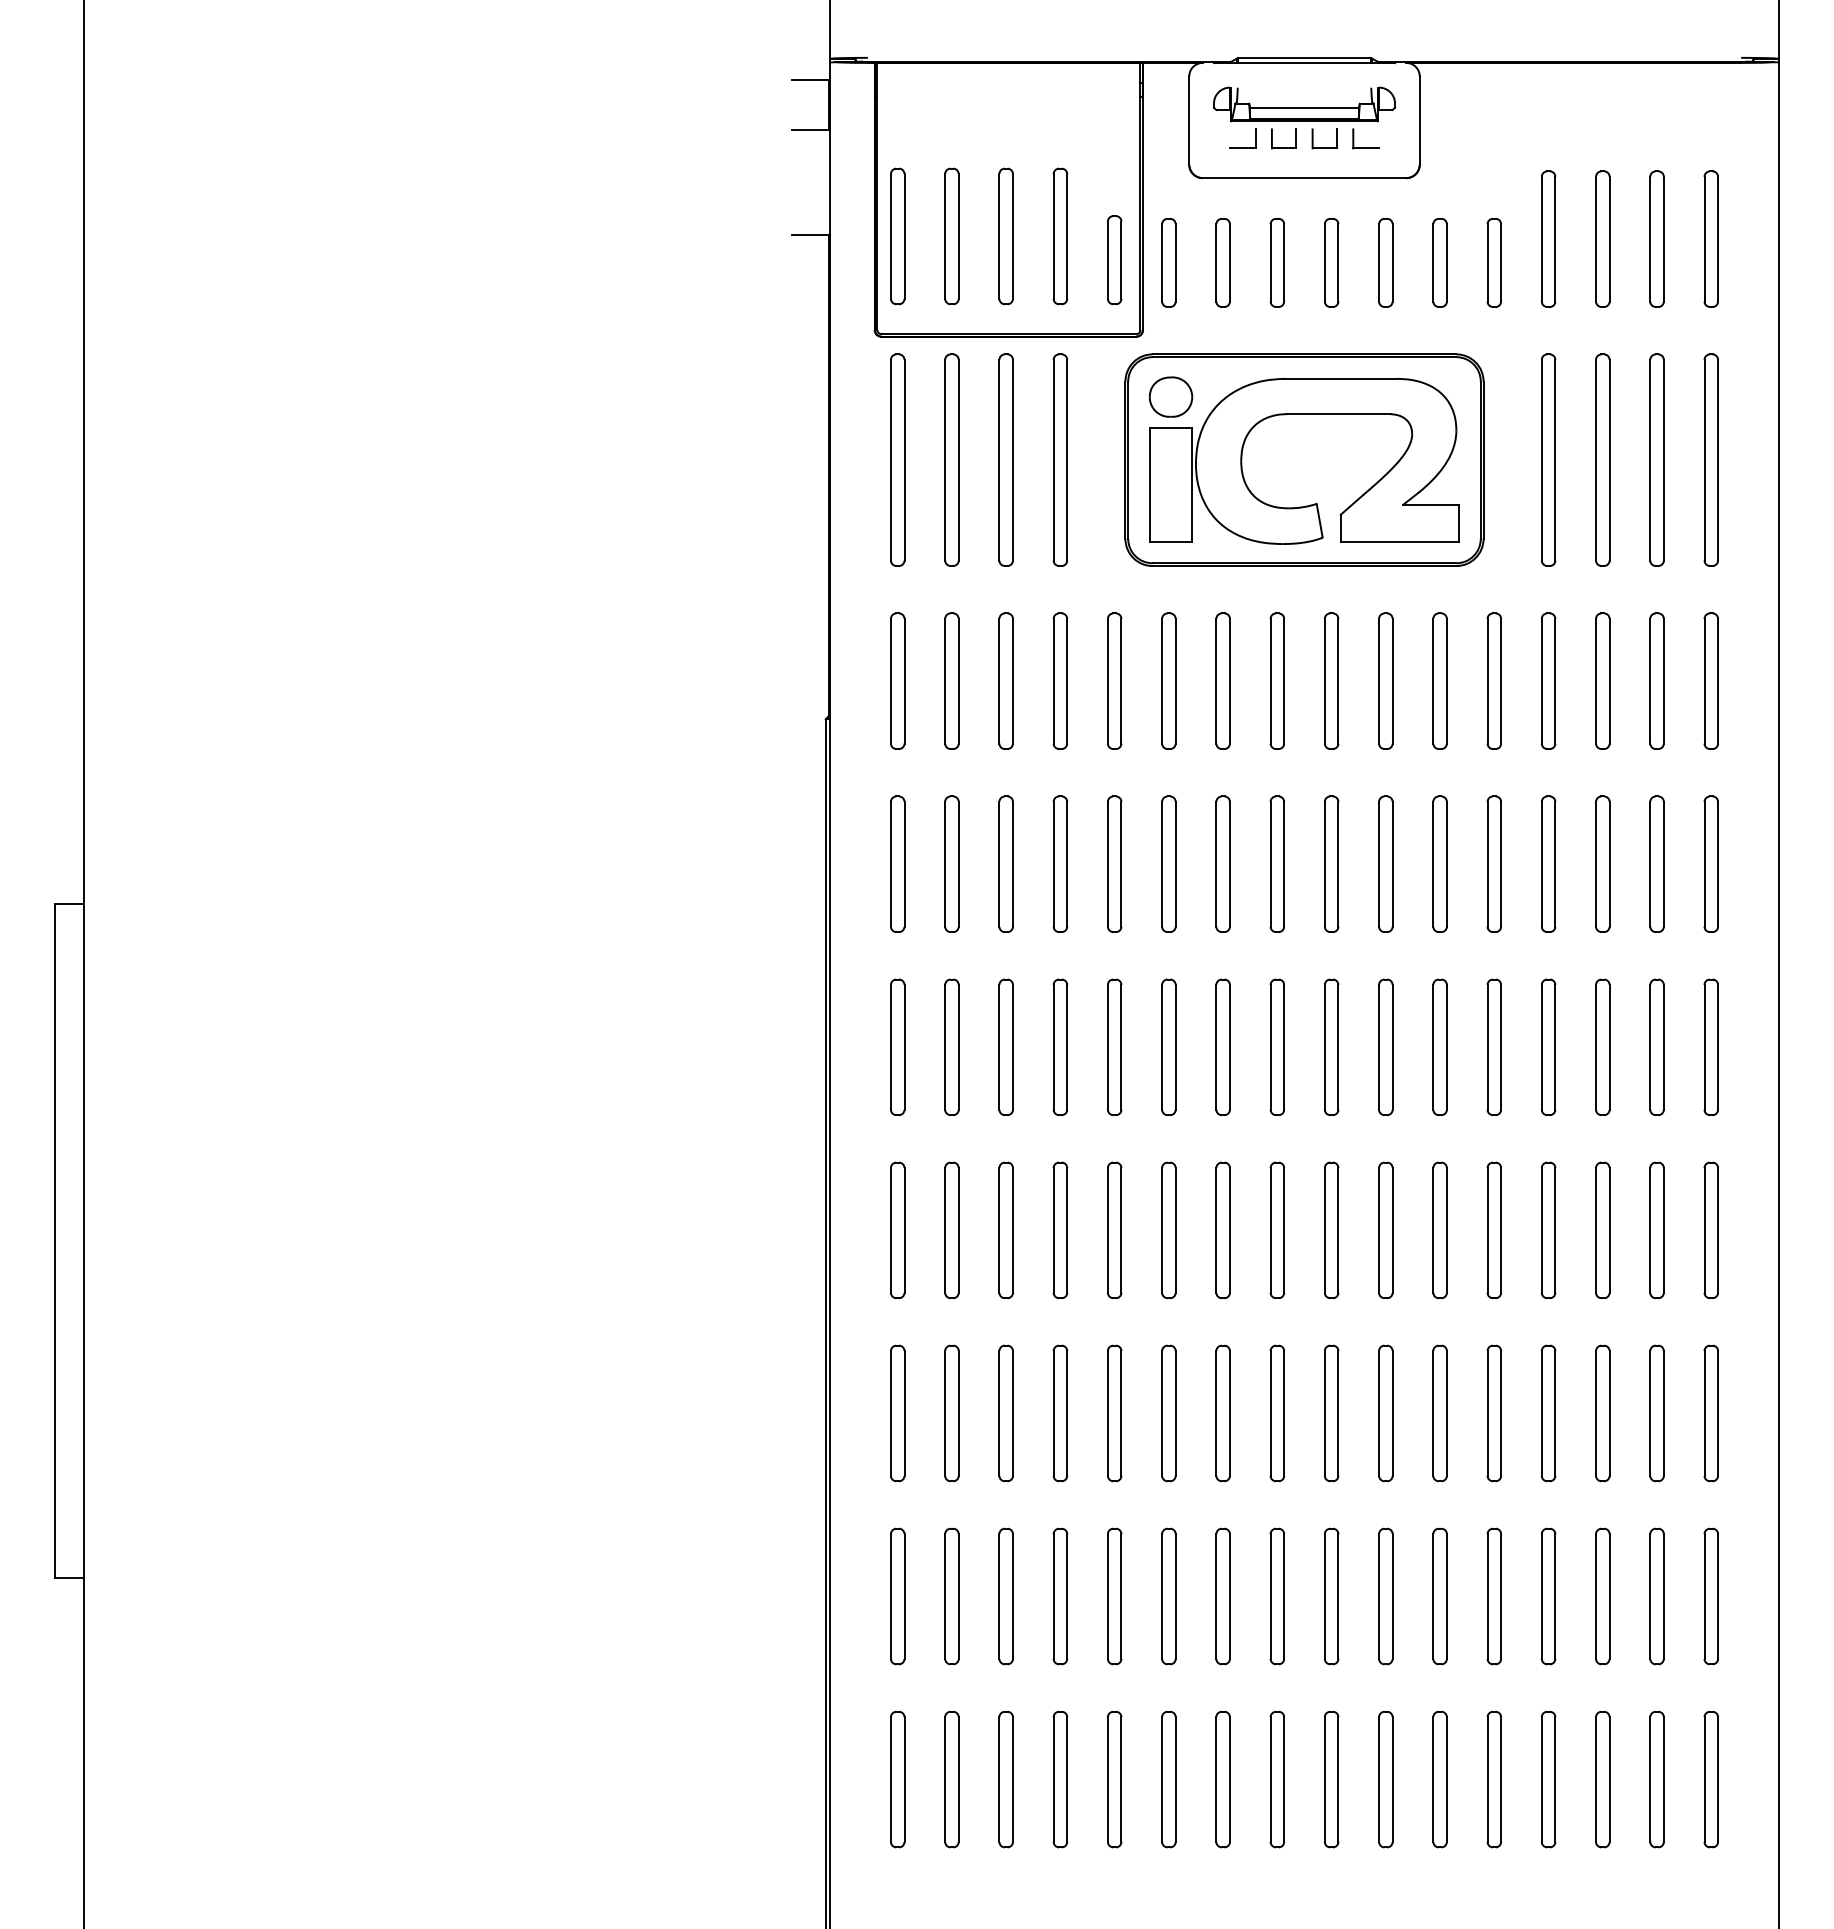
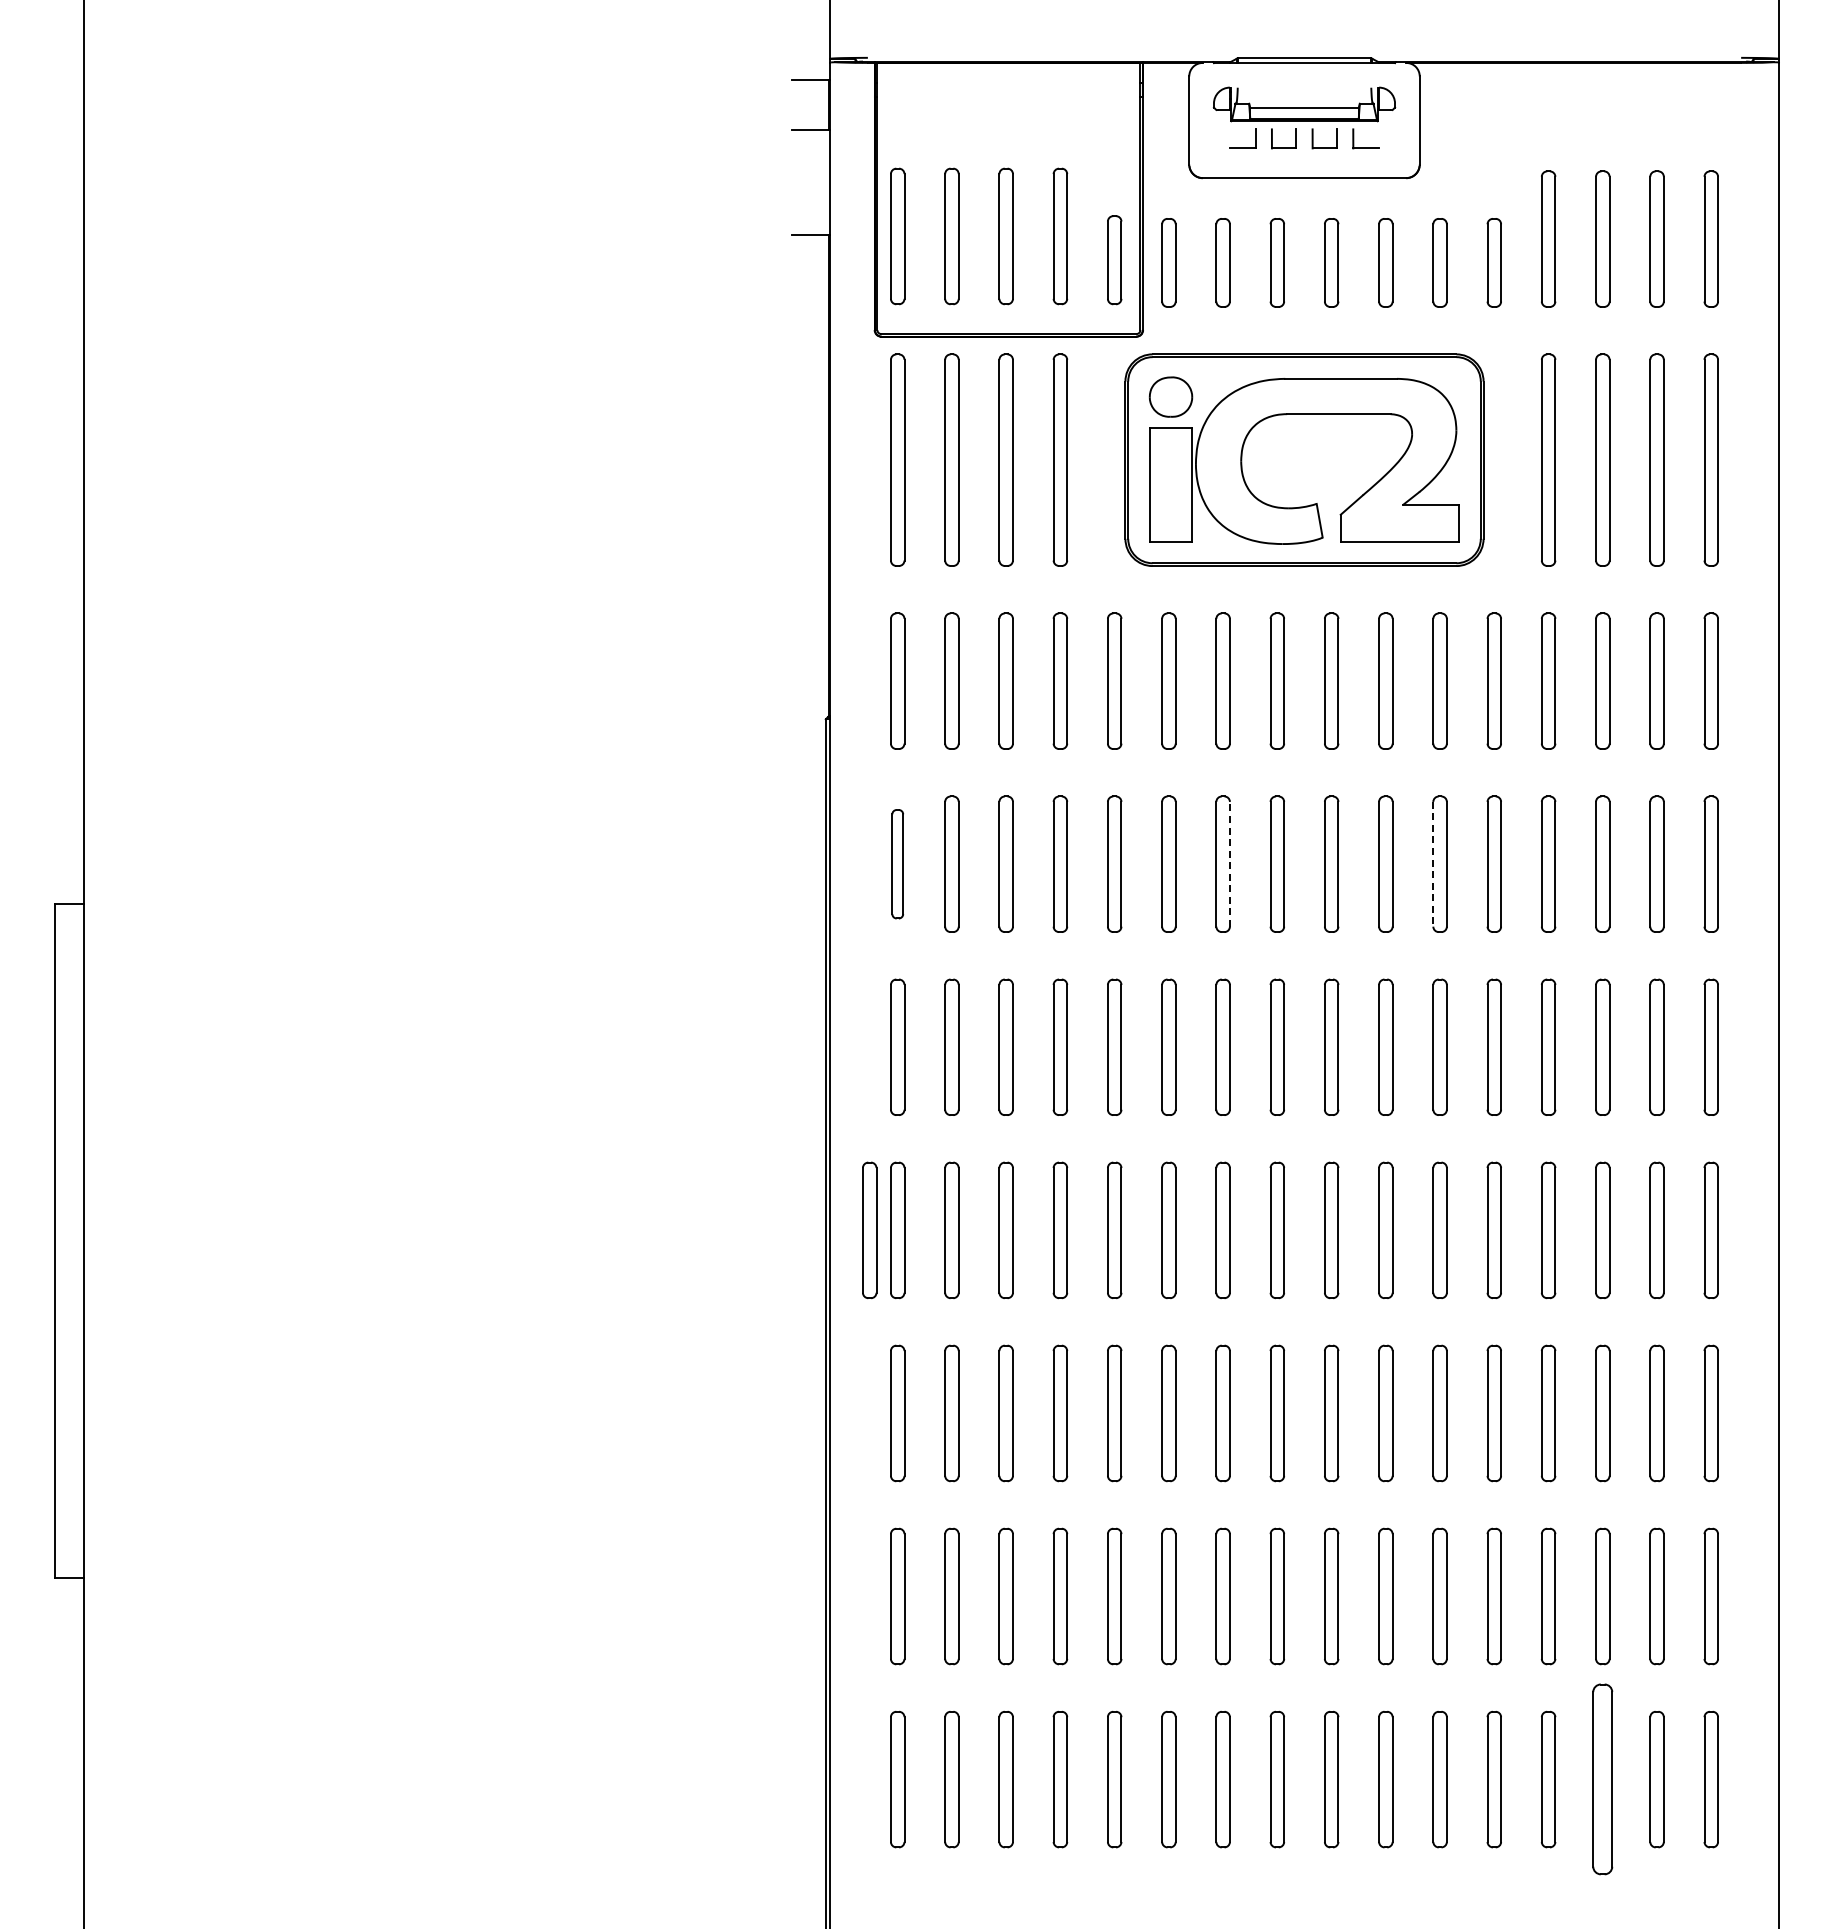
part at (897, 863) size: 16x138 px -> 13x111 px
line at (1229, 863): solid -> dashed
line at (1433, 864): solid -> dashed
part at (869, 1230): none -> present
part at (1602, 1779) size: 16x138 px -> 22x193 px
